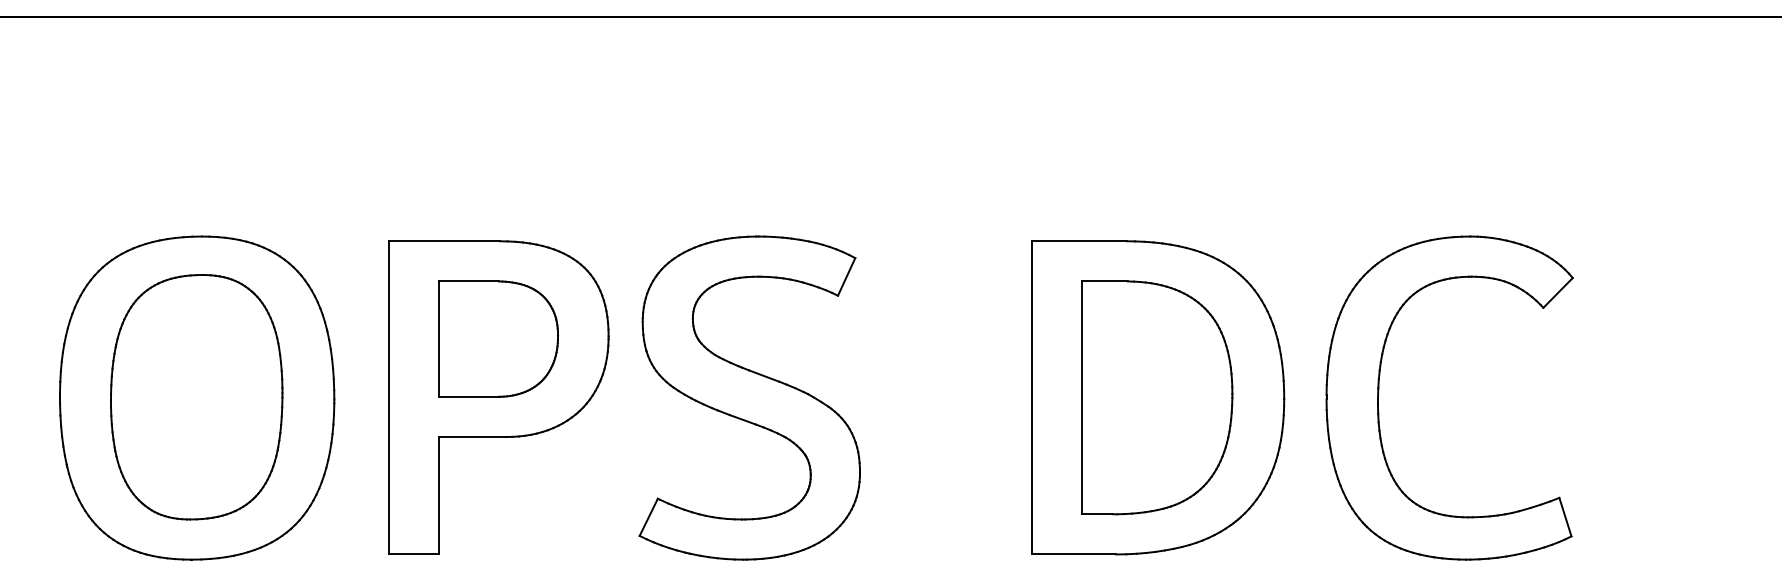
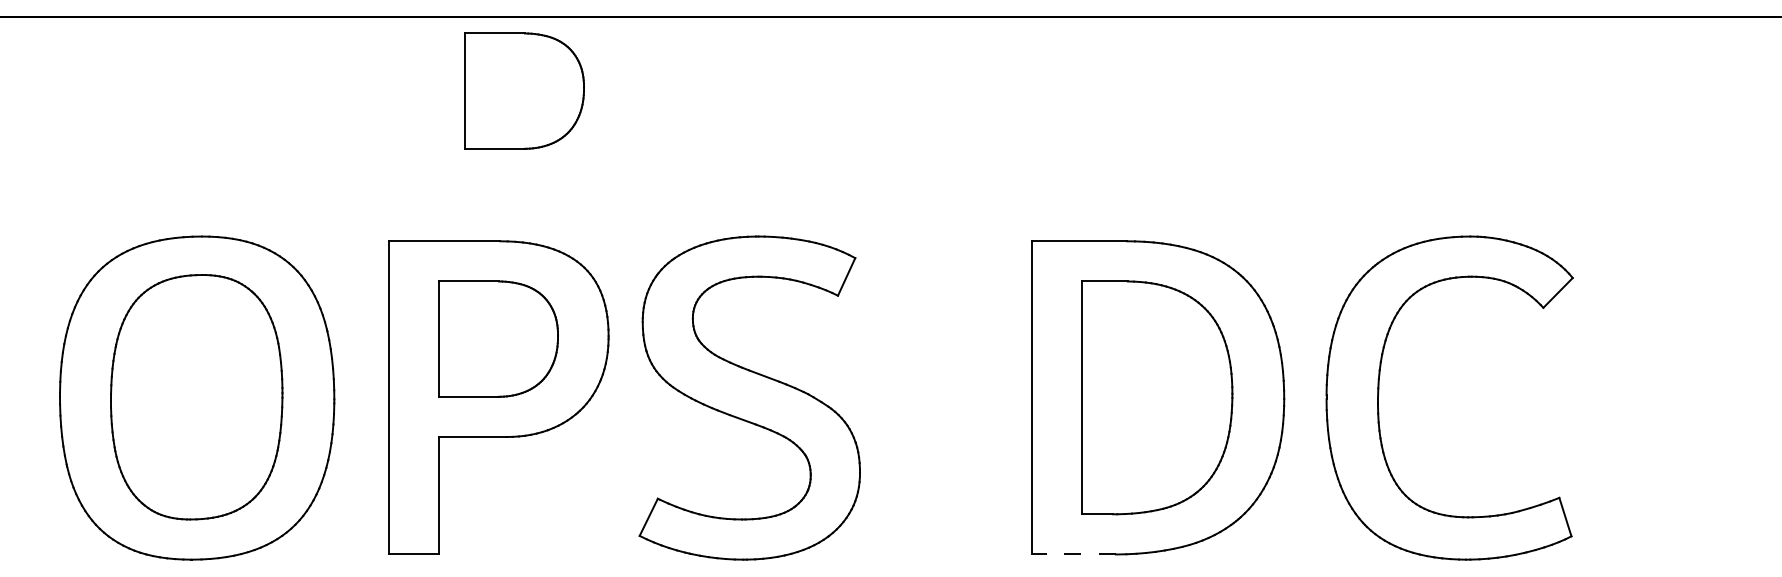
part at (524, 90): none -> present
line at (1073, 554): solid -> dashed
